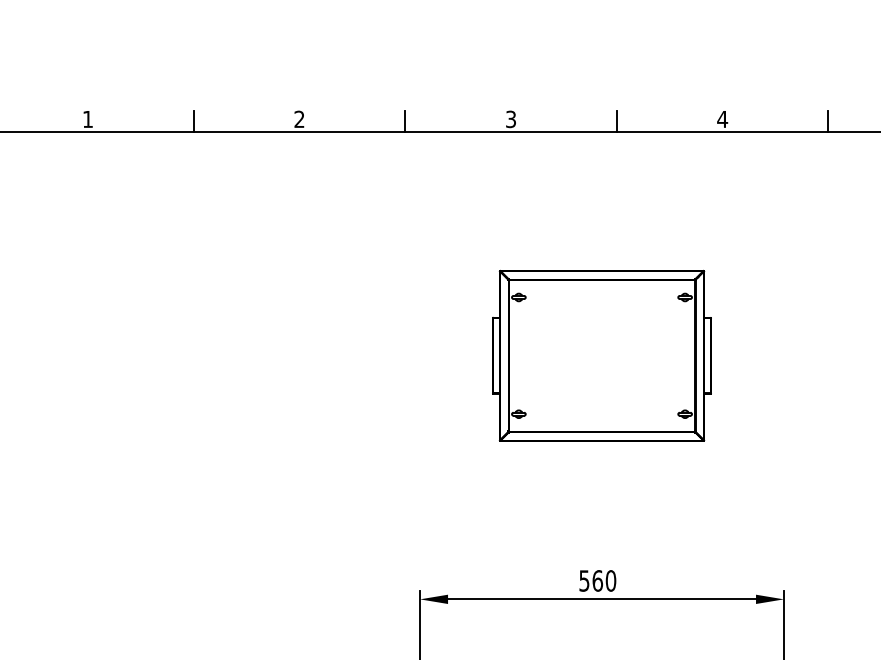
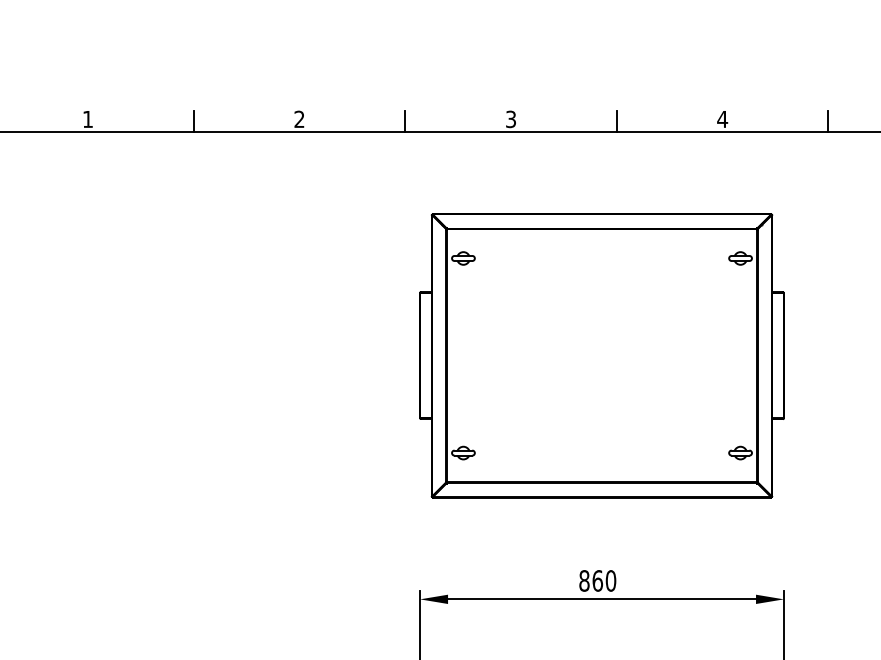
part at (601, 355) size: 220x173 px -> 366x286 px
text at (584, 580): 560 -> 860
